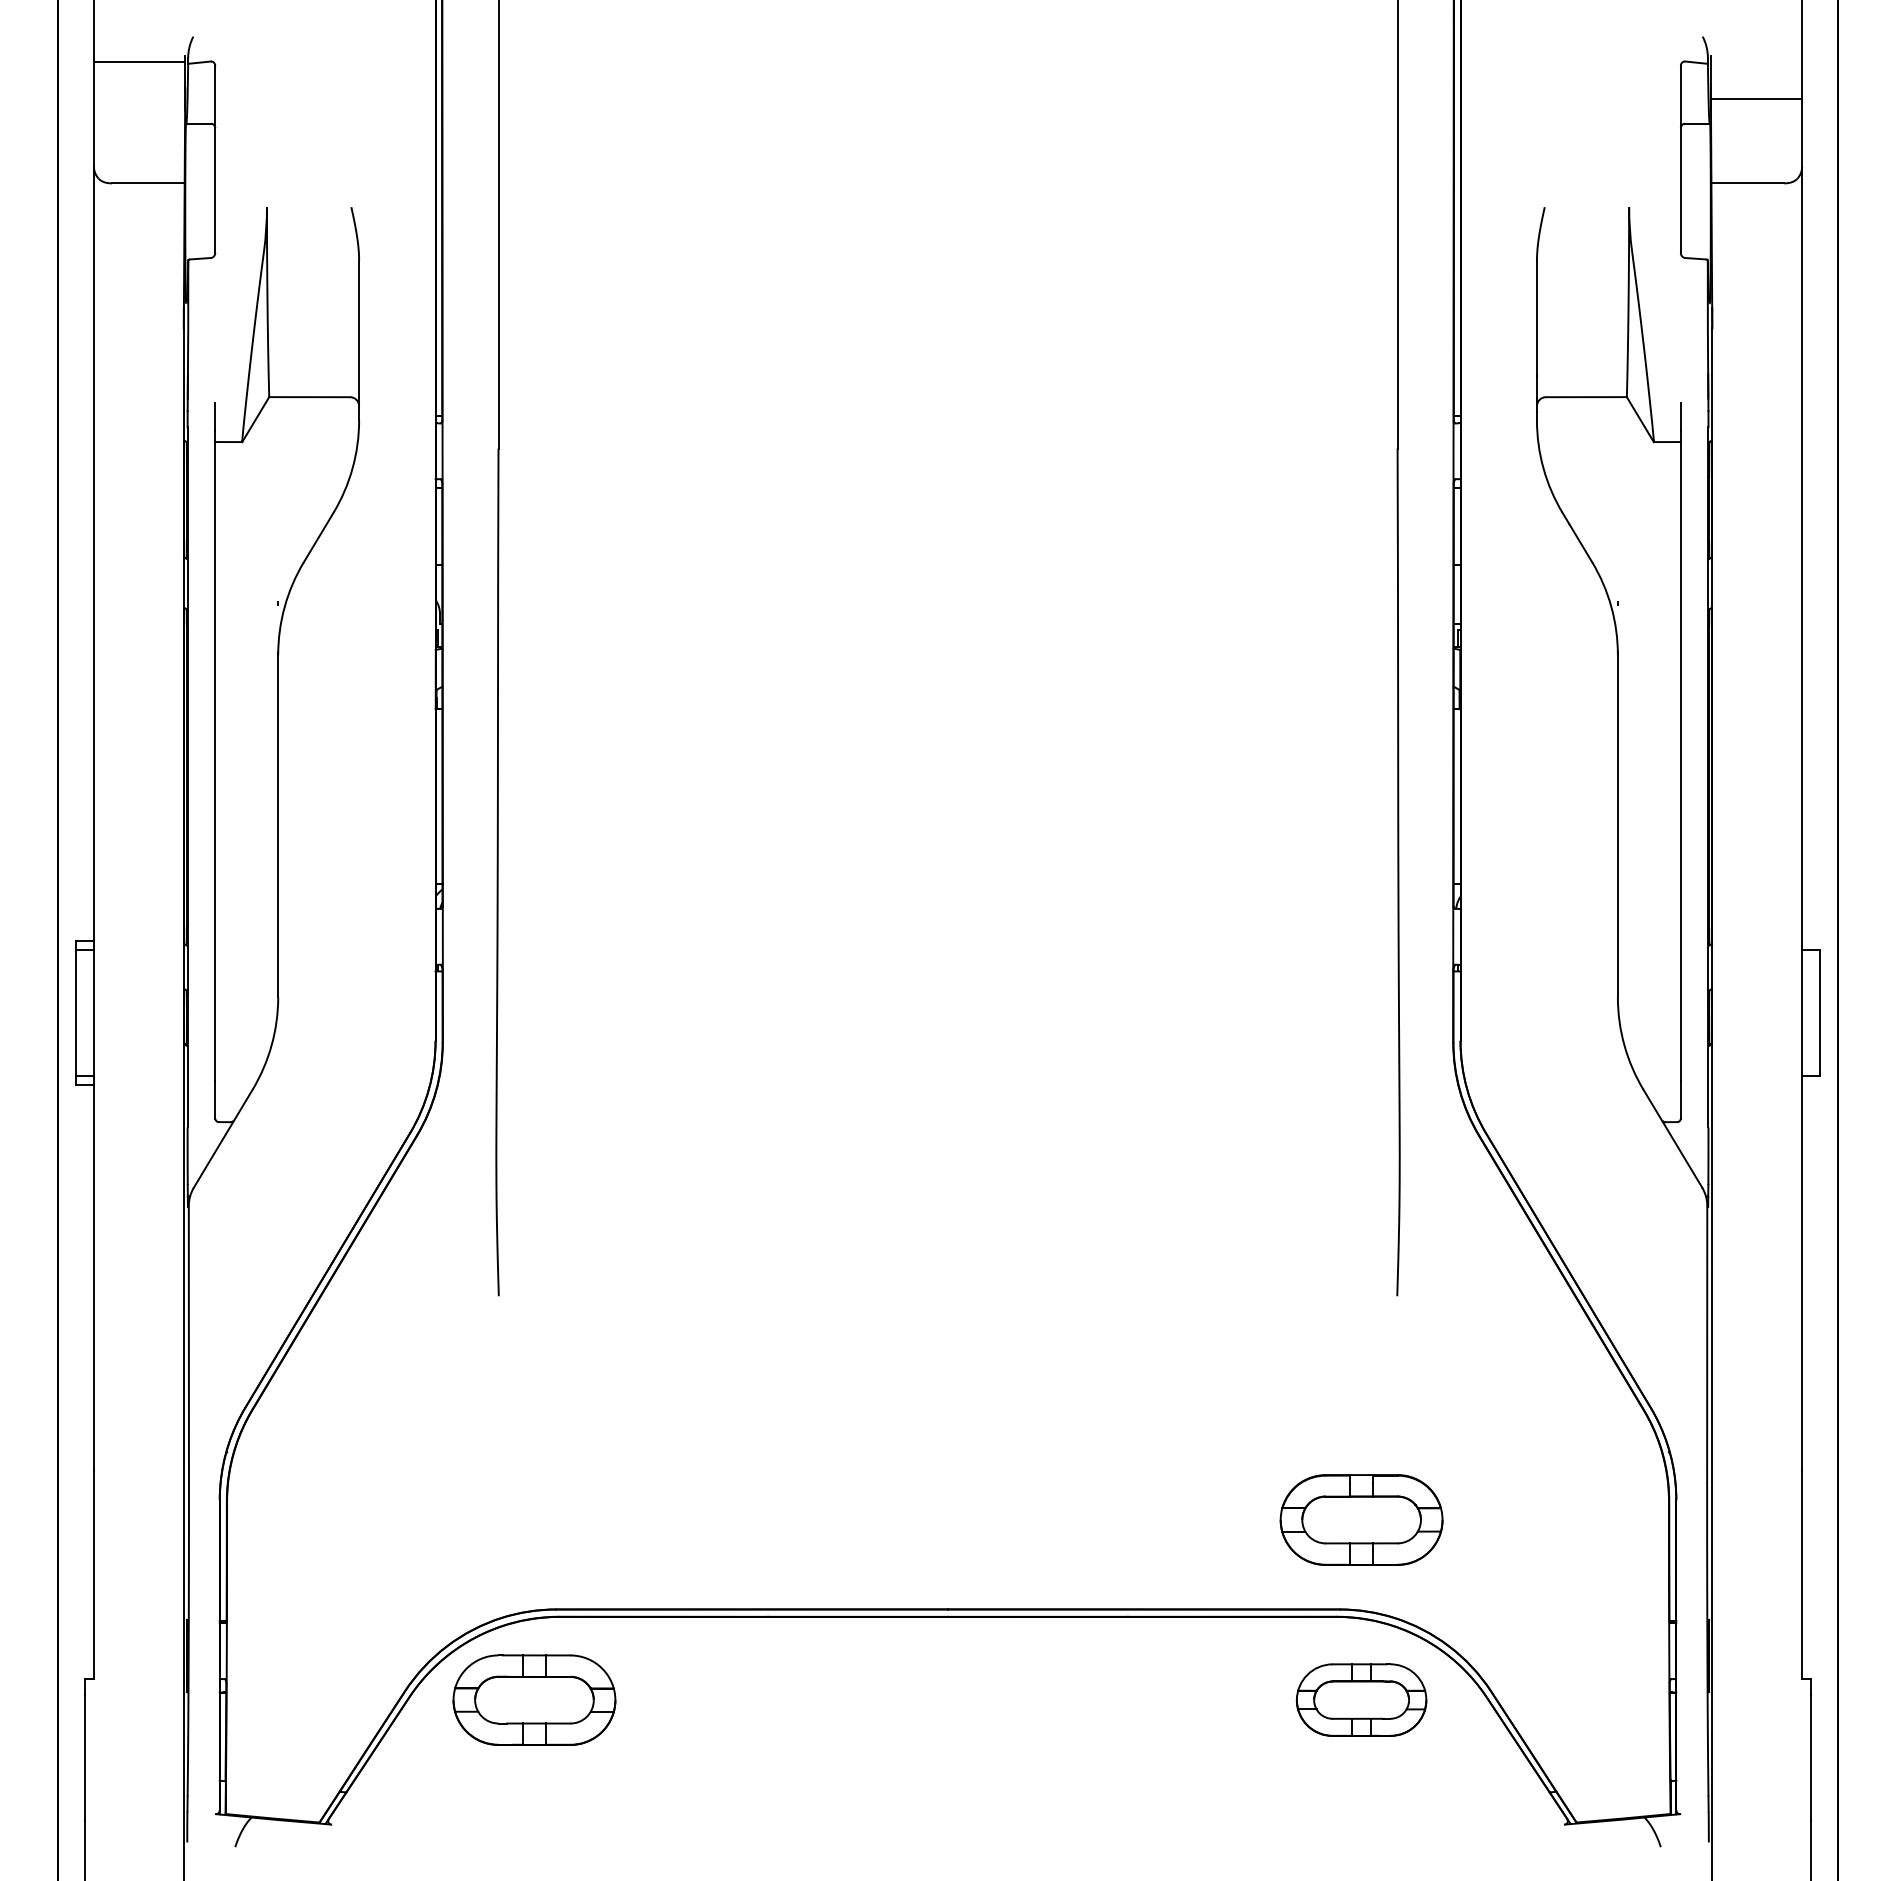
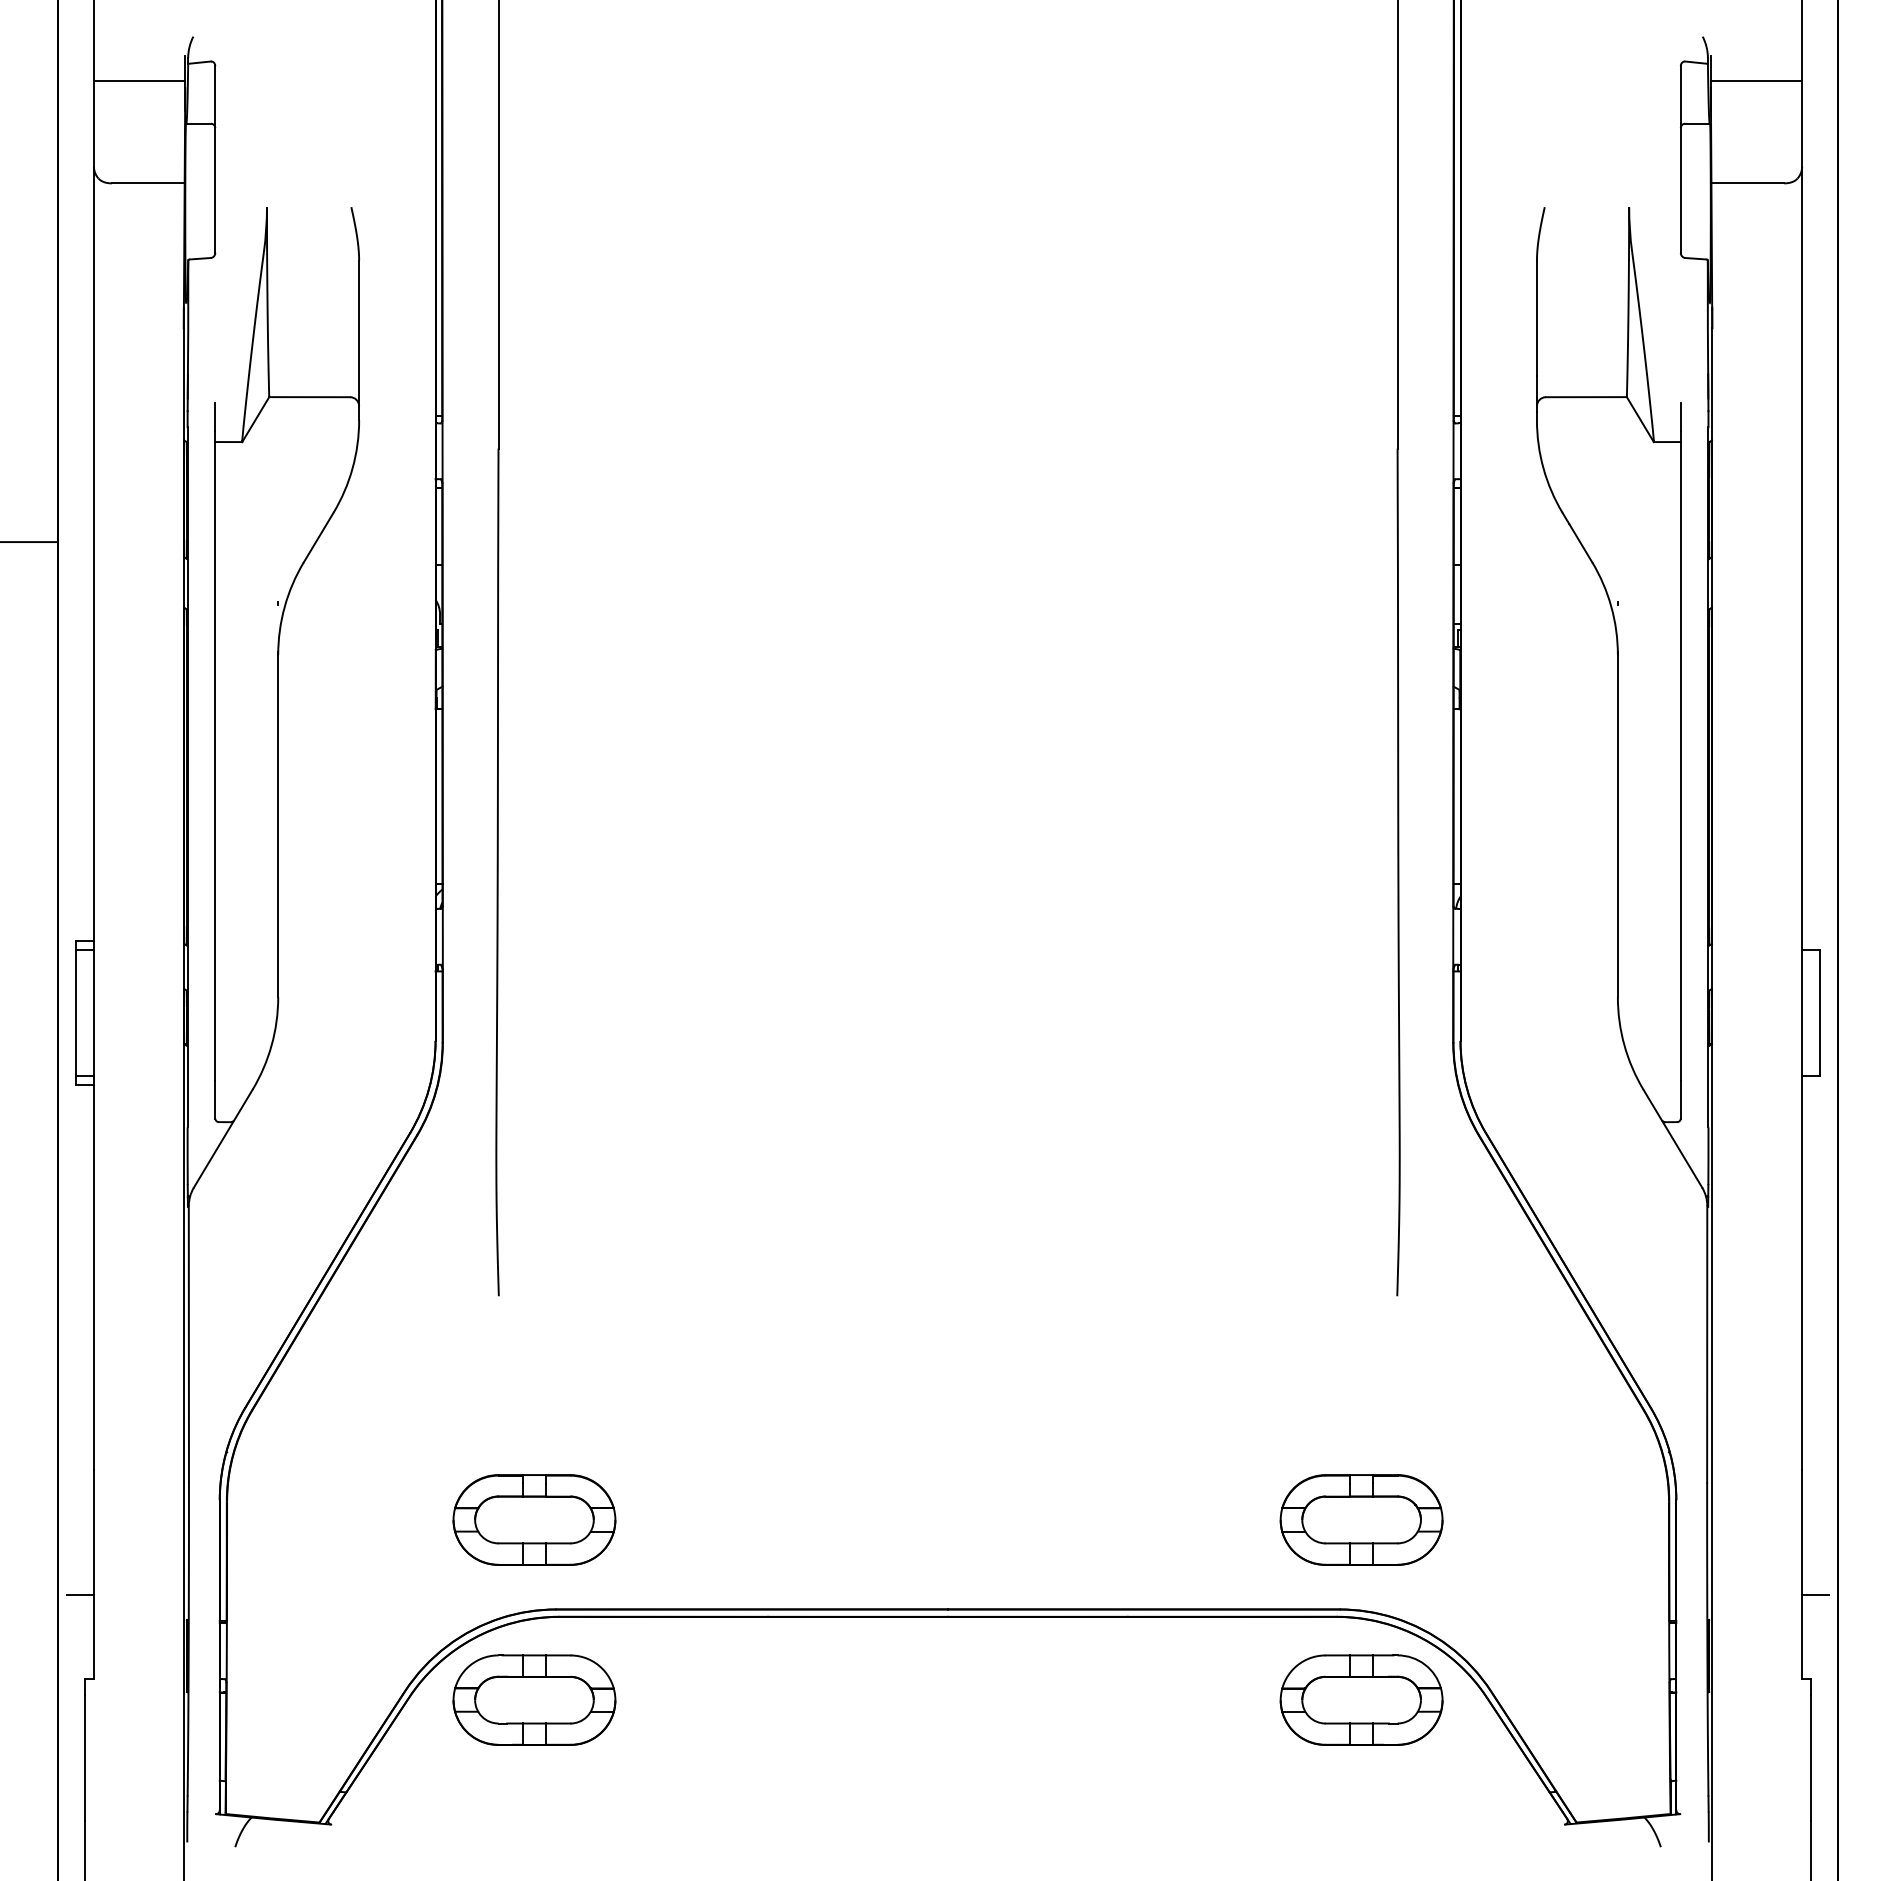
line at (139, 62) position: (139, 62) -> (139, 81)
line at (1756, 99) position: (1756, 99) -> (1756, 81)
line at (29, 542): none -> present
part at (534, 1519): none -> present
line at (79, 1594): none -> present
line at (1815, 1594): none -> present
part at (1361, 1699) size: 133x74 px -> 165x92 px
